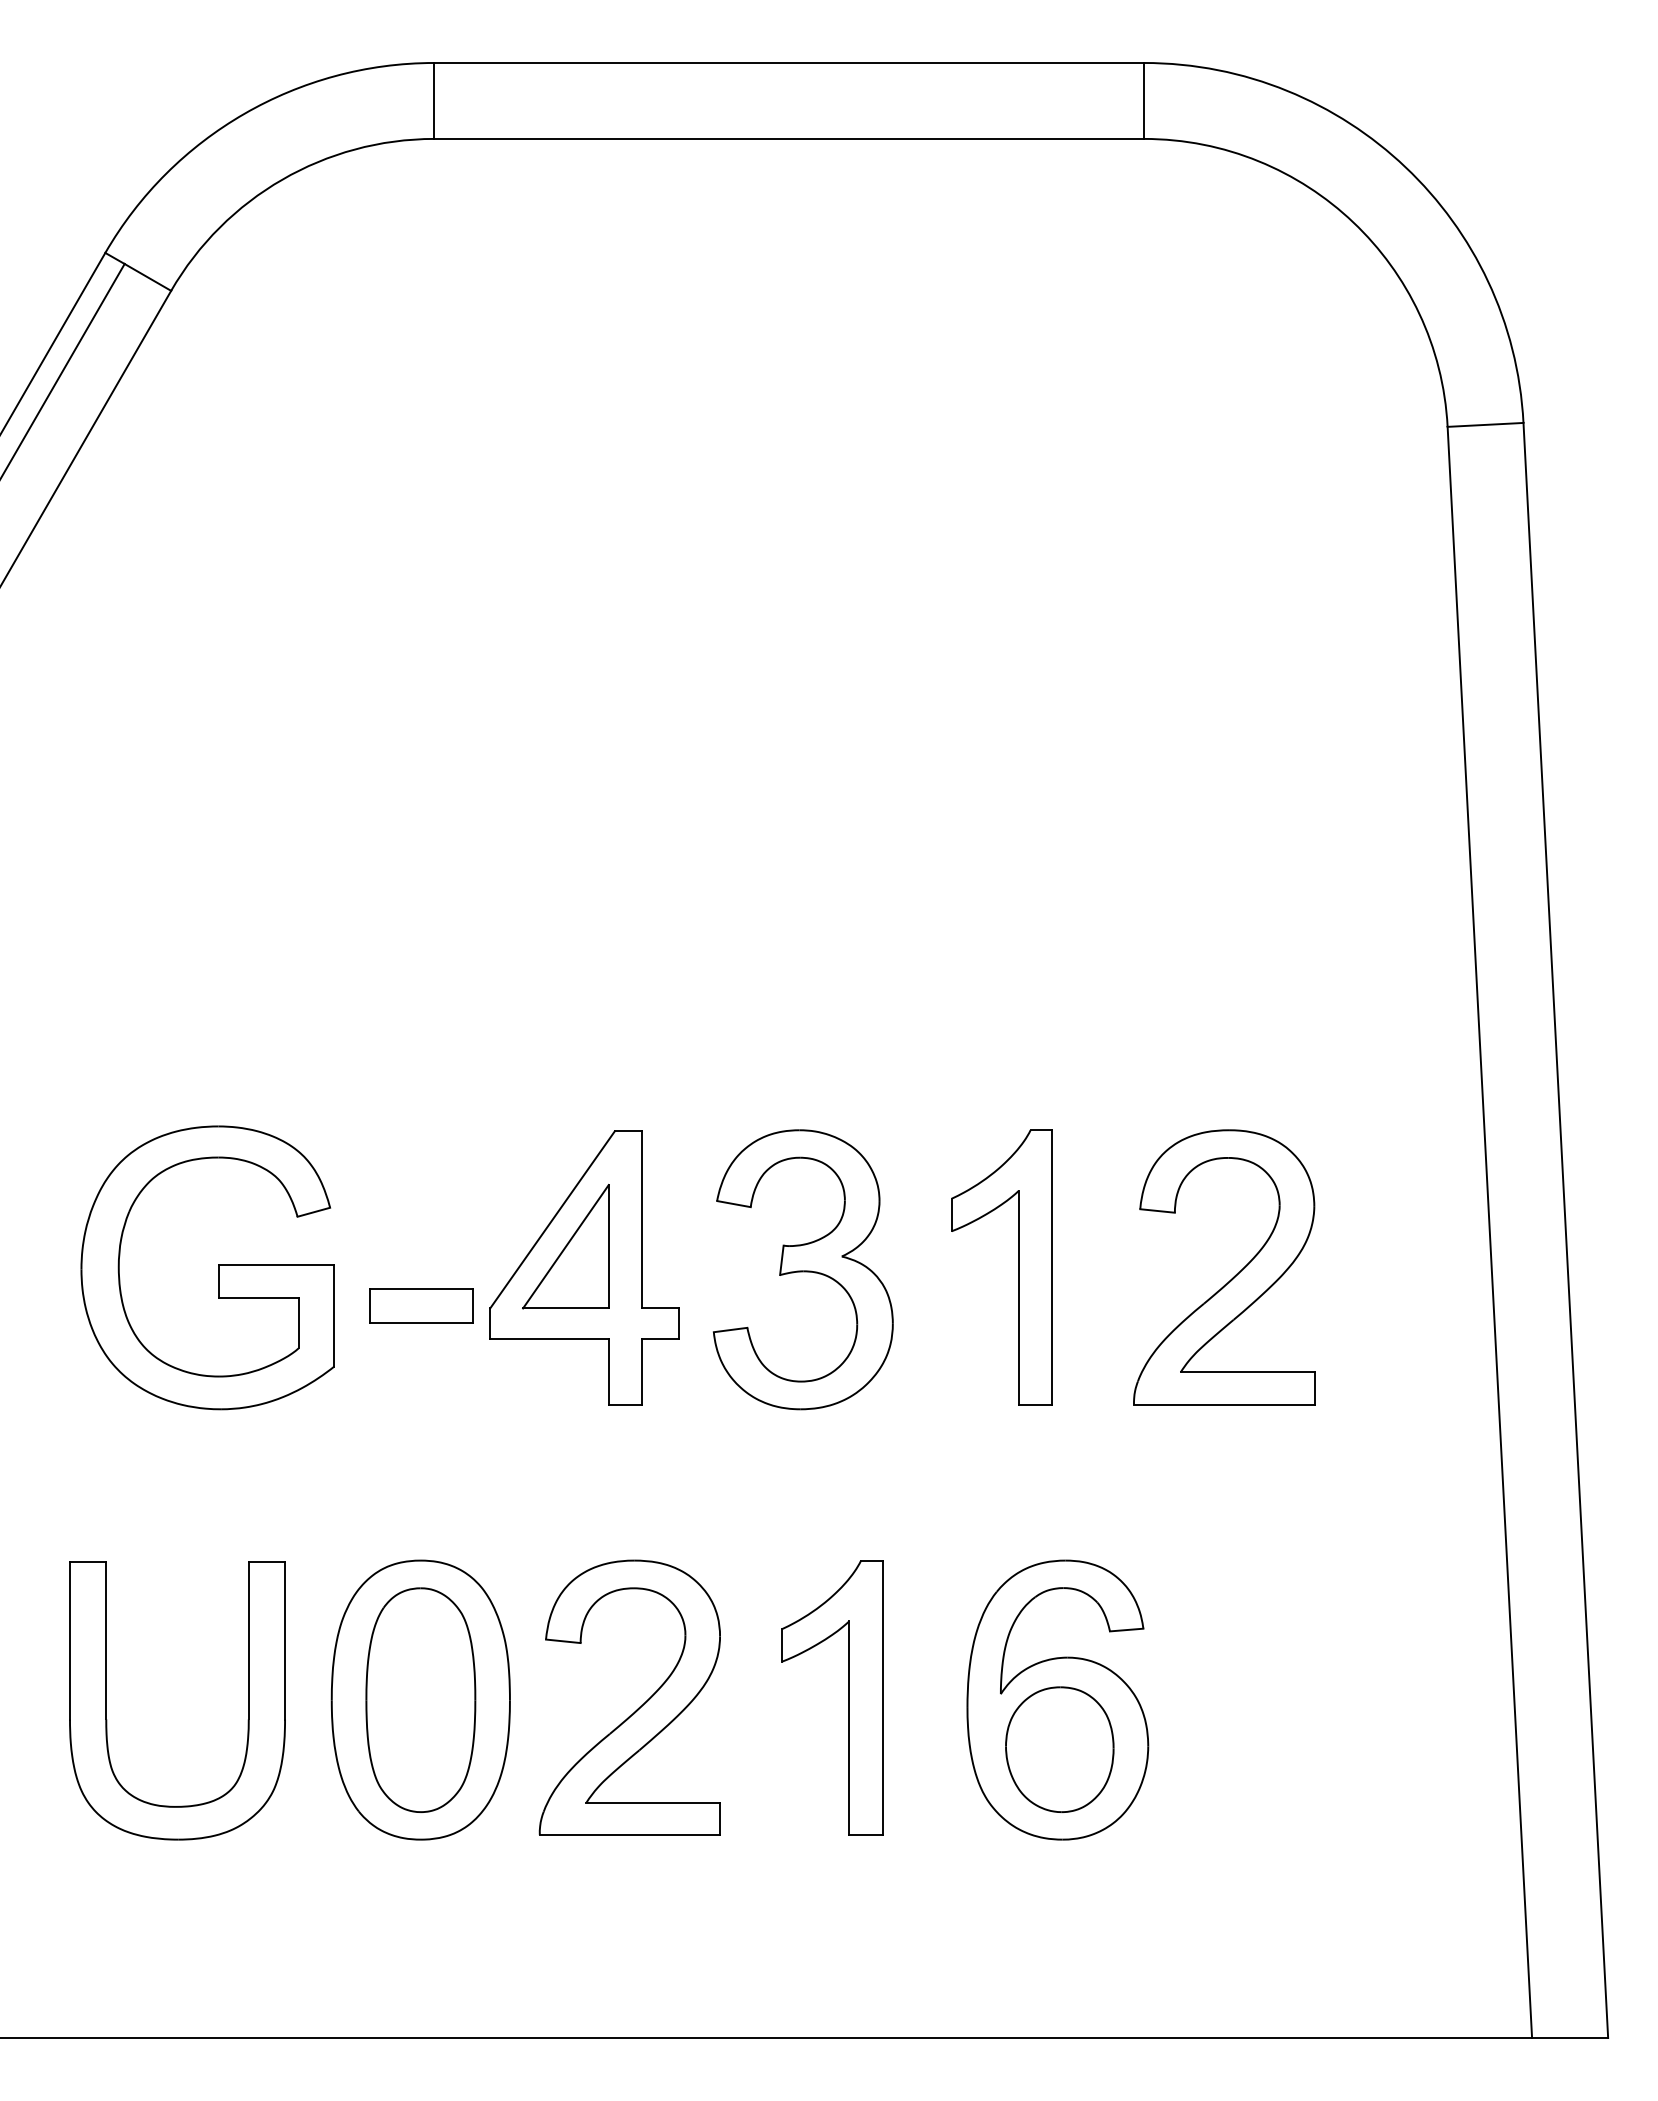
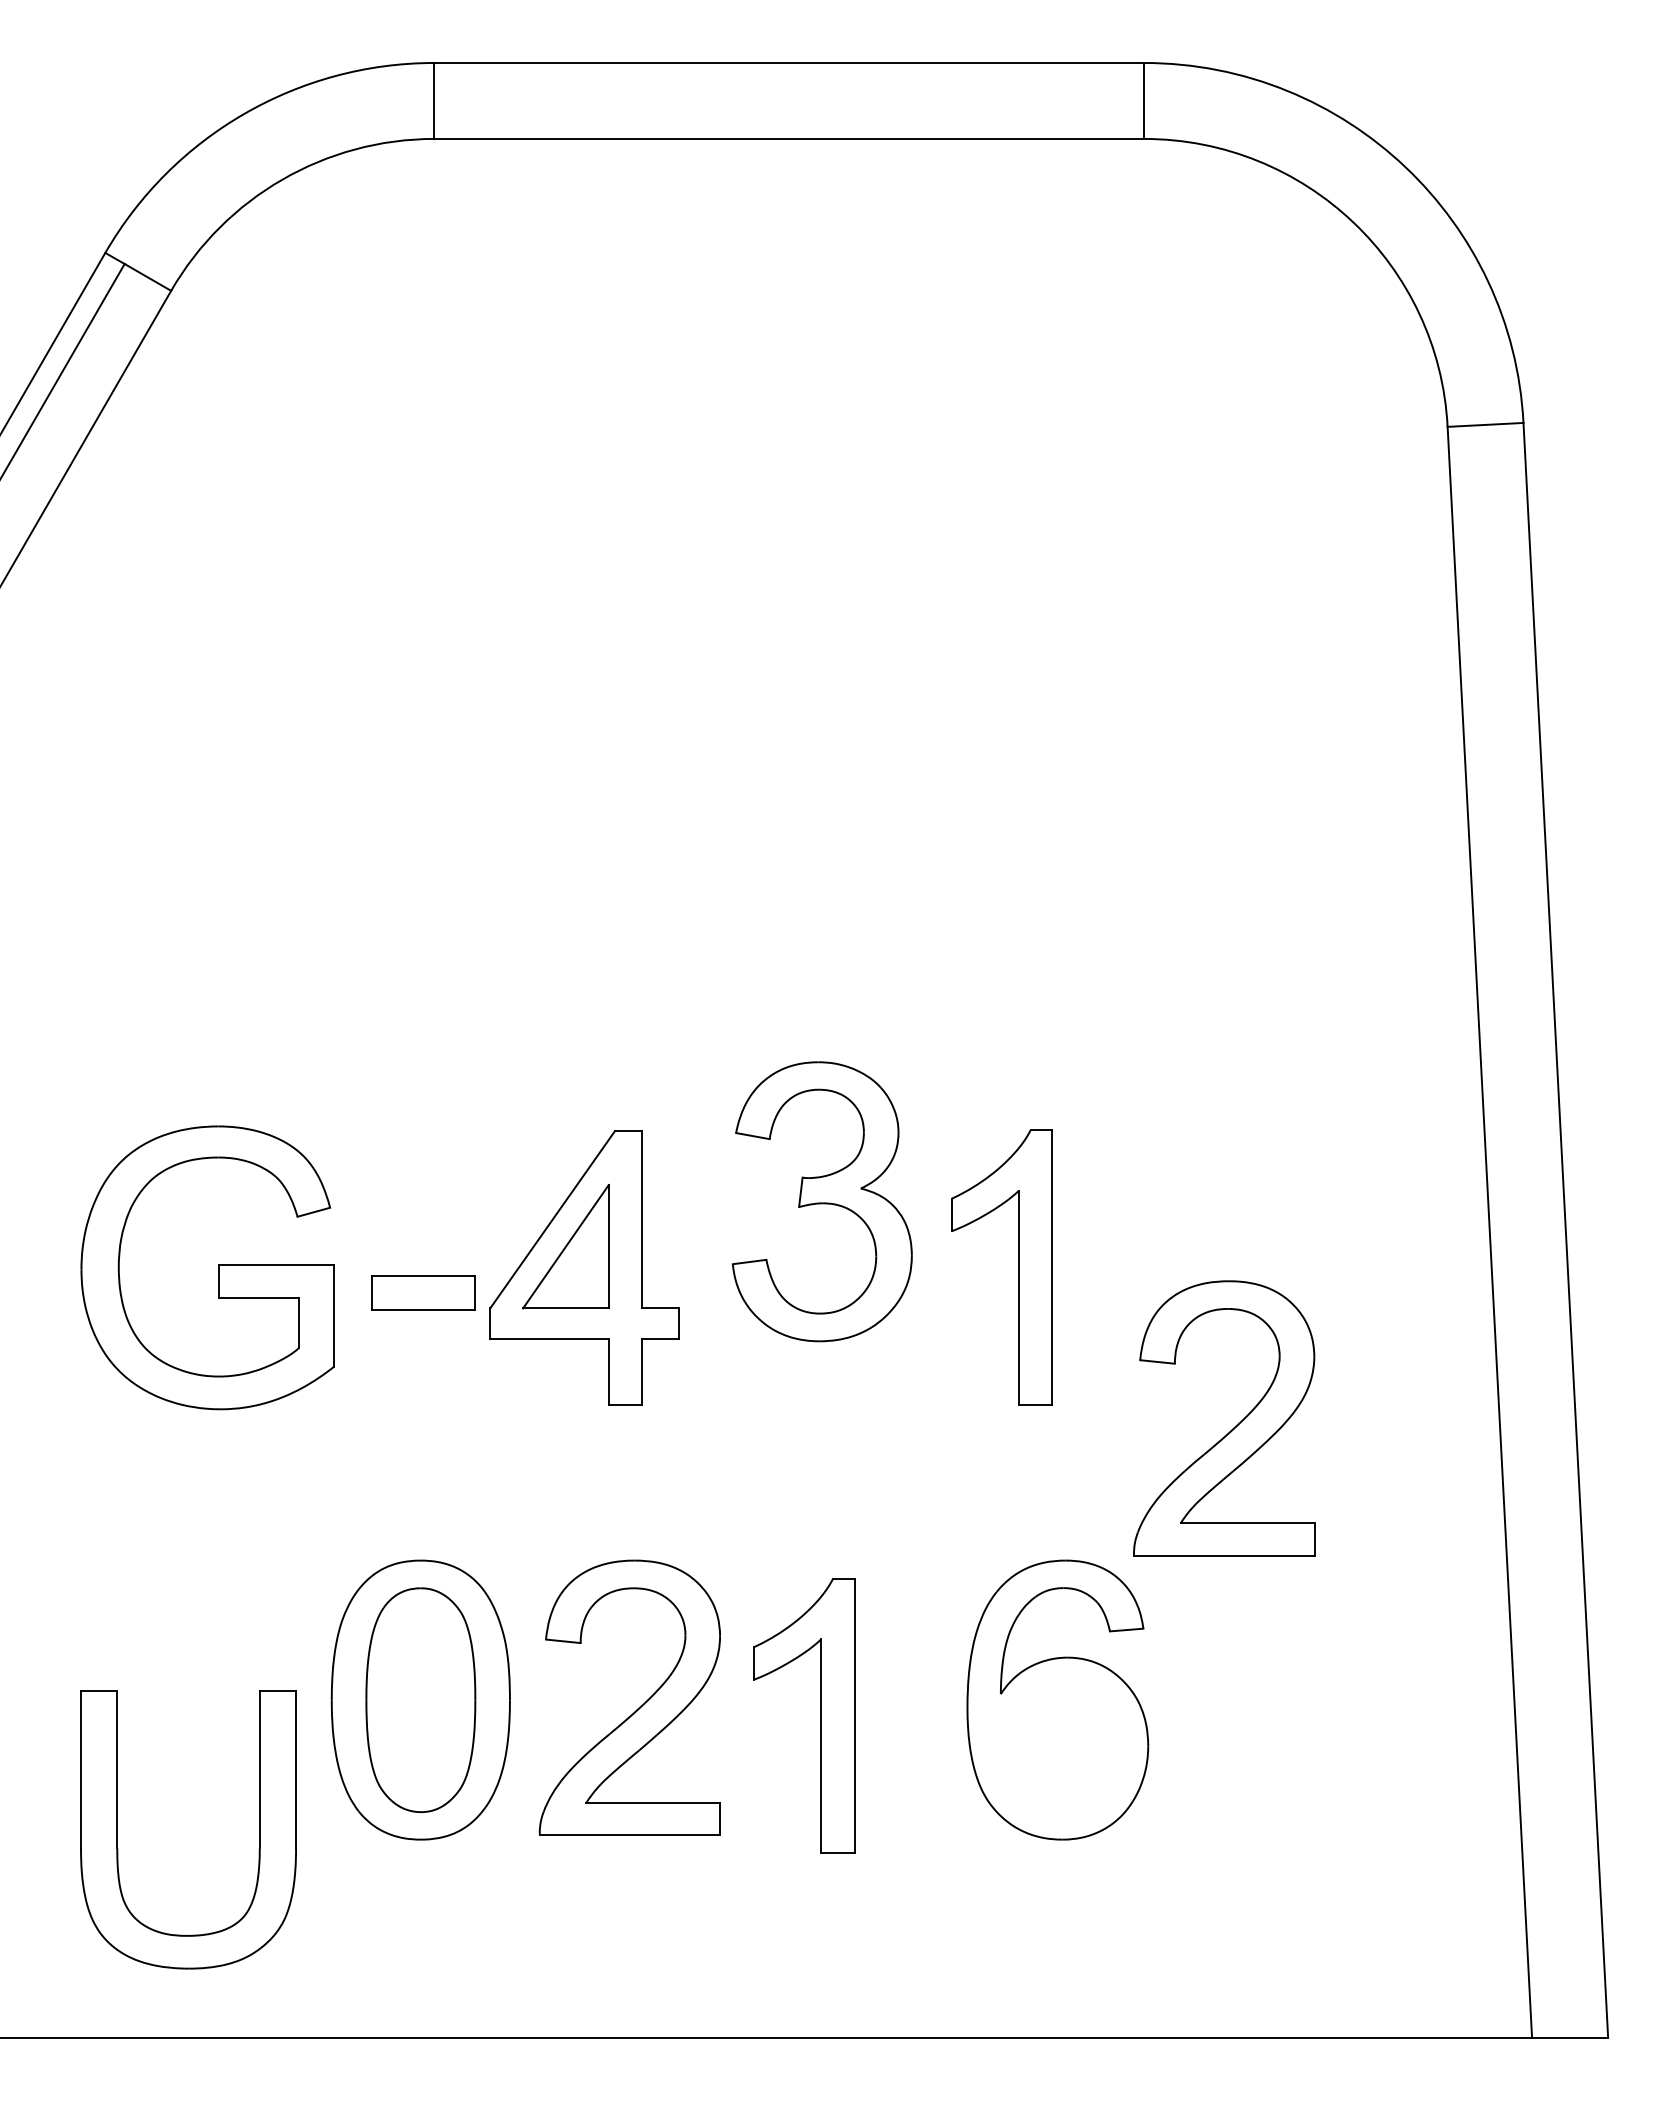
part at (803, 1269) position: (803, 1269) -> (822, 1201)
part at (1233, 1276) position: (1233, 1276) -> (1233, 1427)
part at (421, 1305) position: (421, 1305) -> (423, 1292)
part at (848, 1697) position: (848, 1697) -> (820, 1715)
part at (106, 1700) position: (106, 1700) -> (117, 1829)
part at (1059, 1749): present -> none
